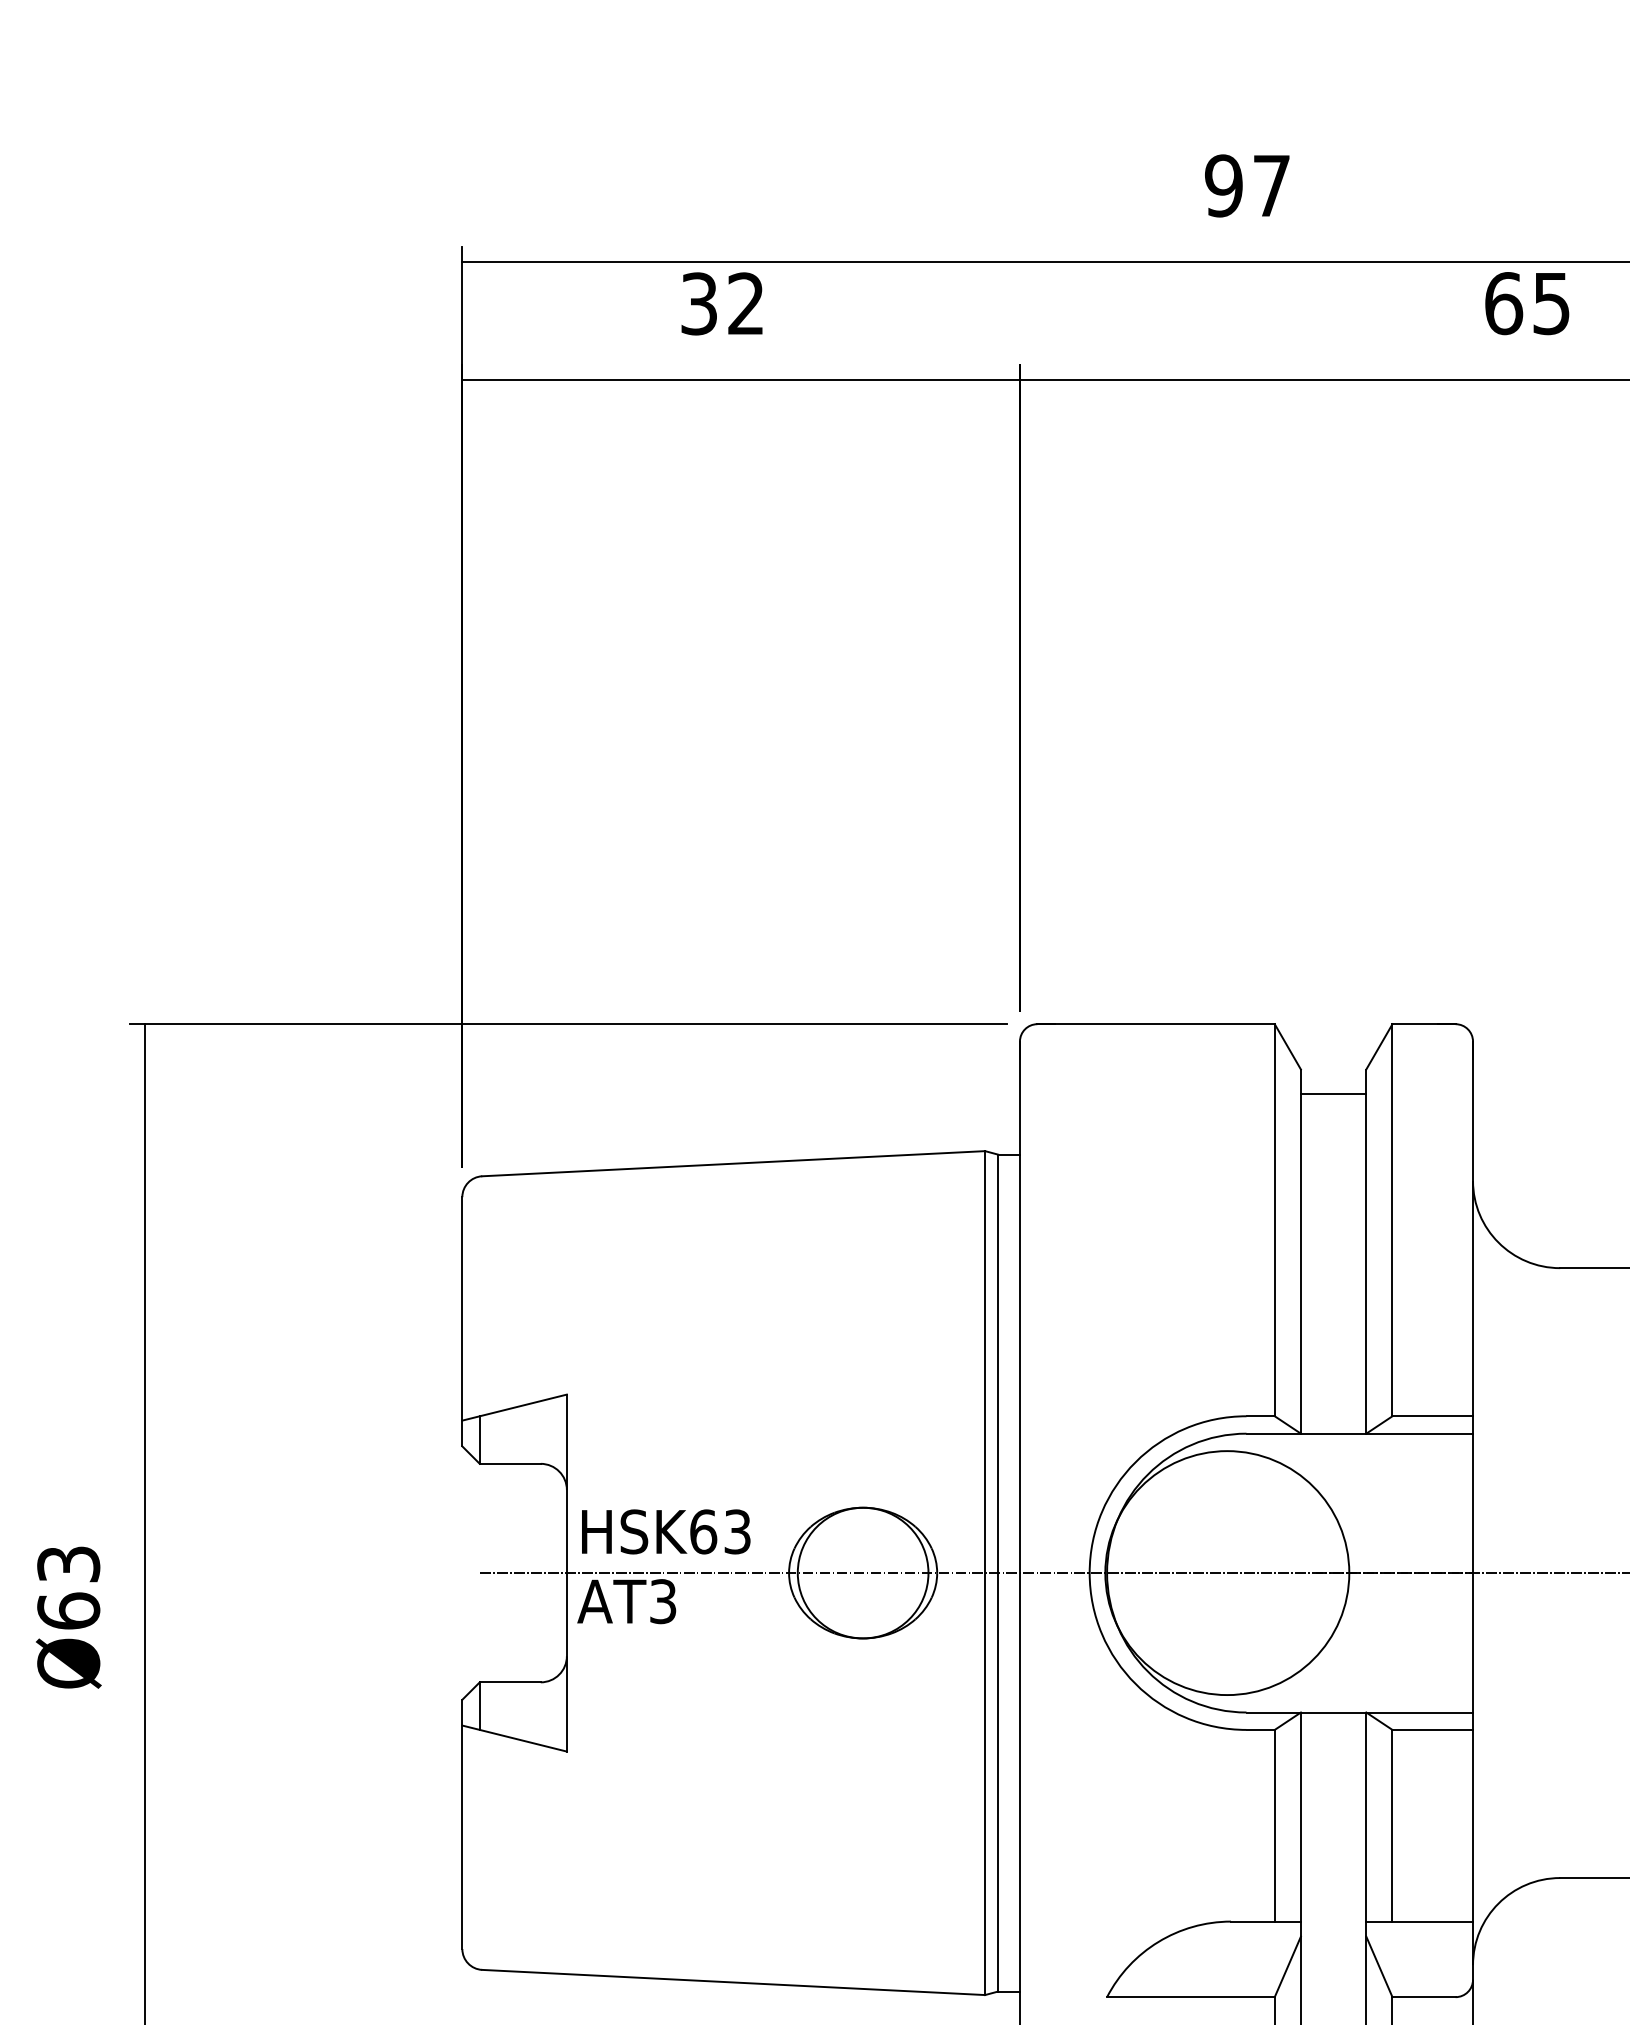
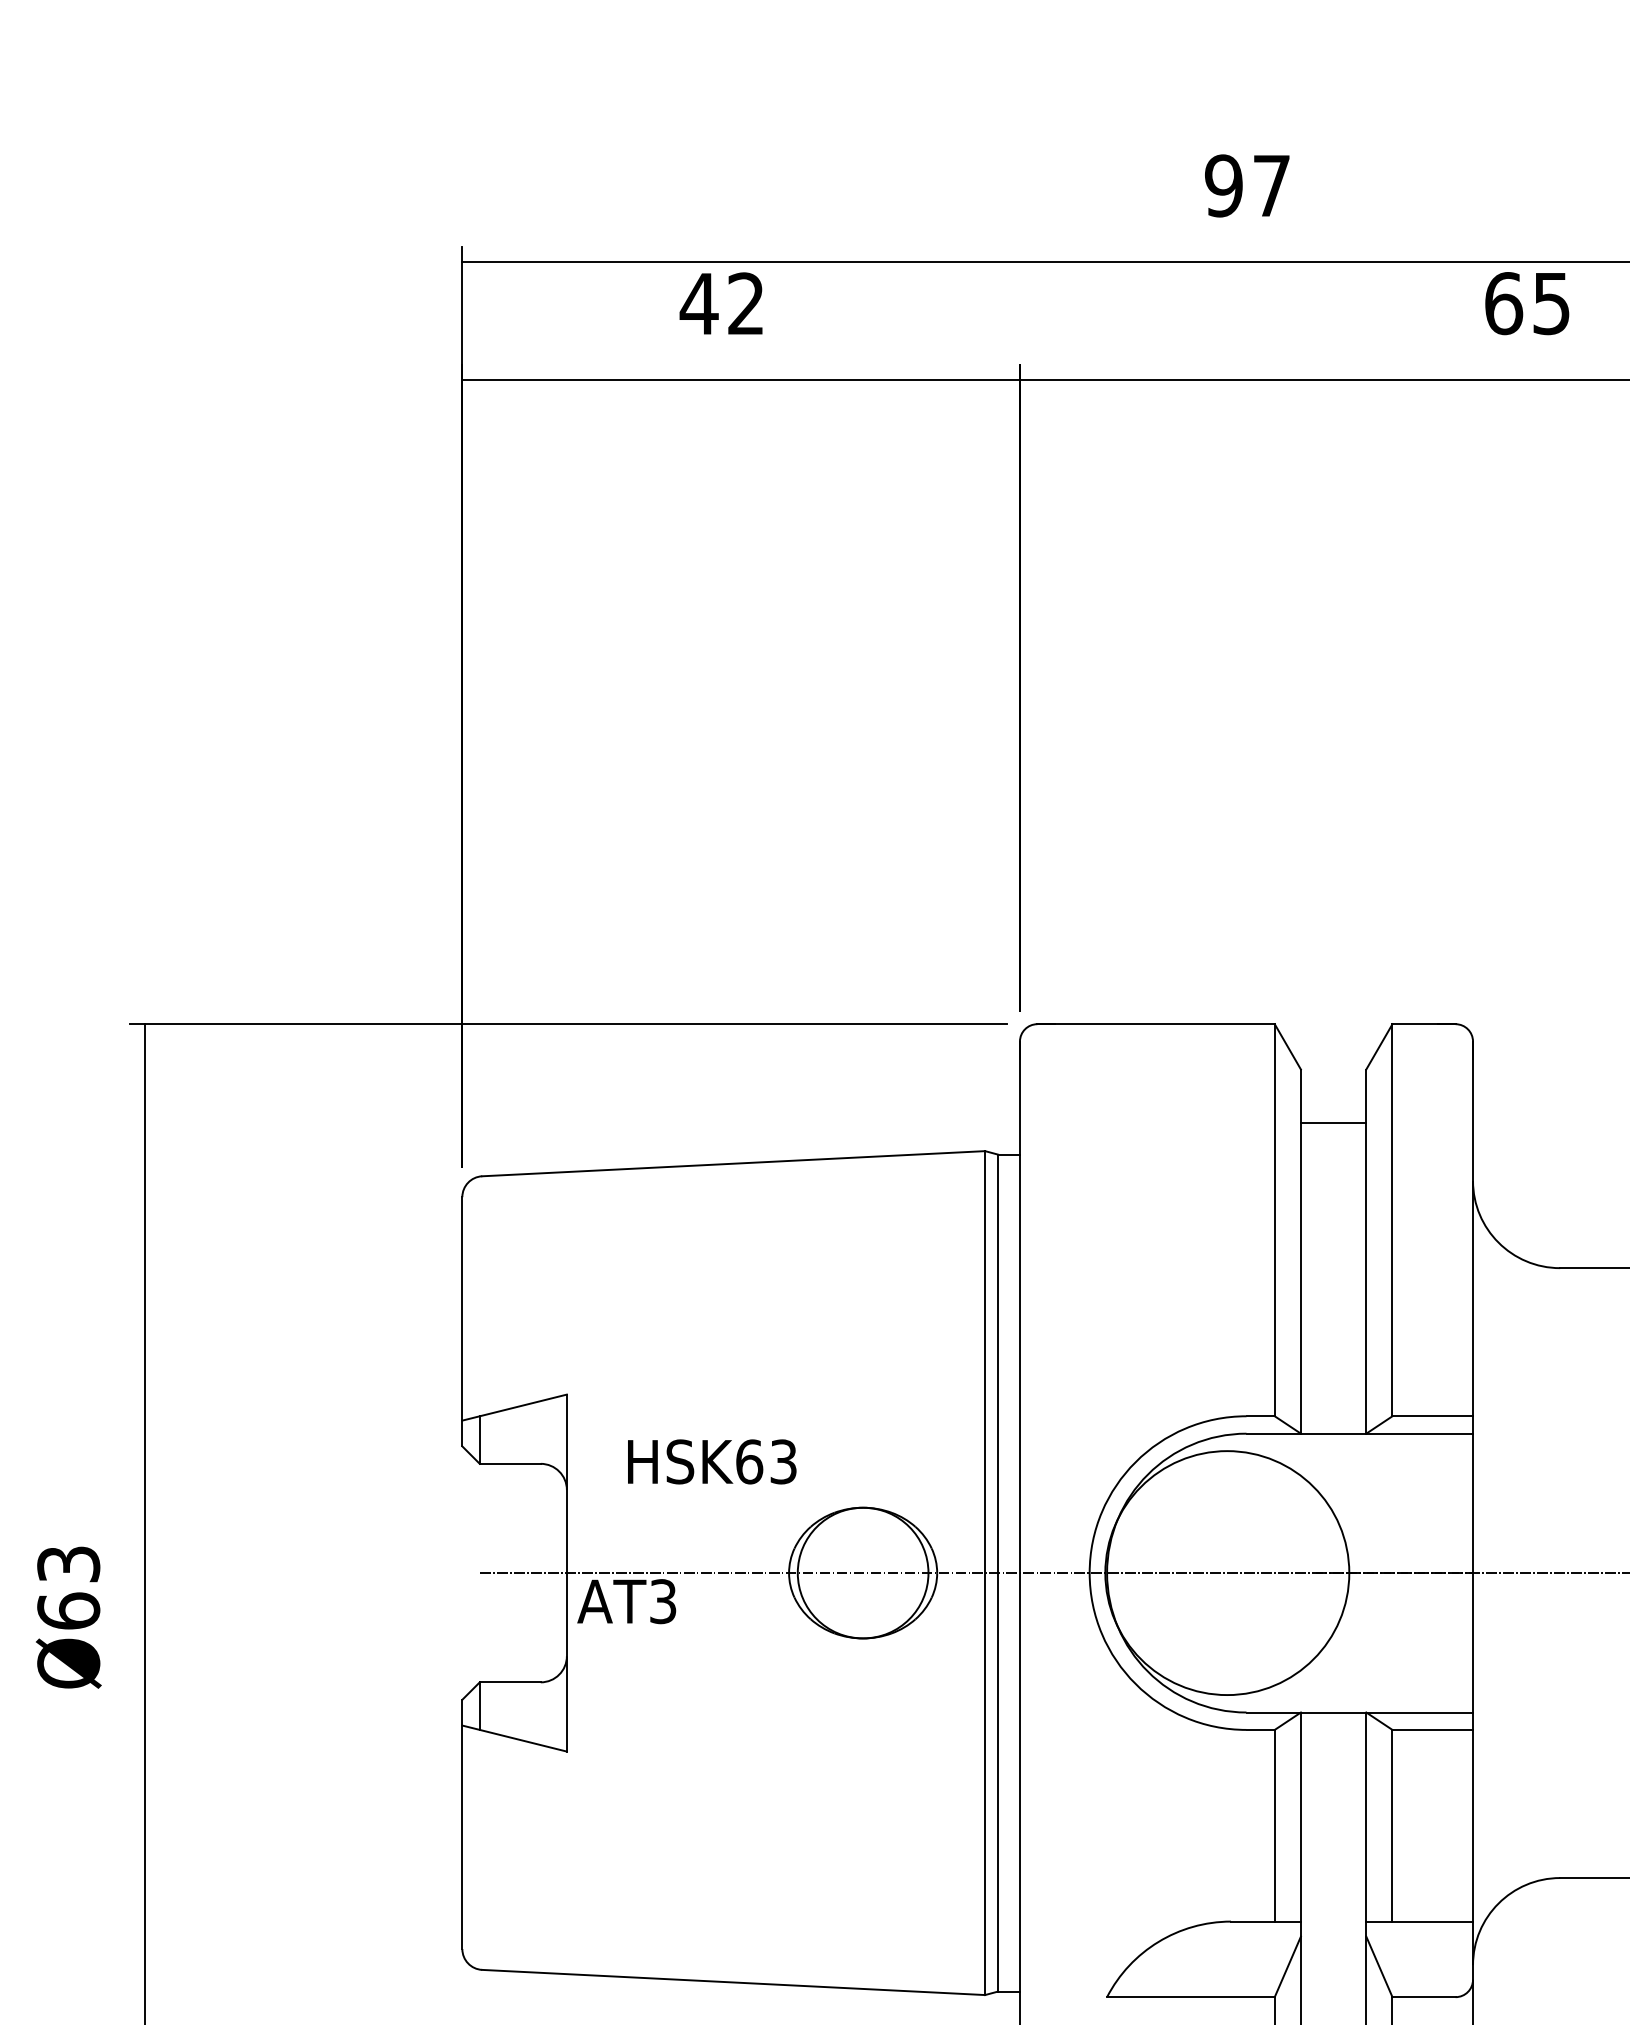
text at (698, 303): 32 -> 42
line at (1333, 1093) position: (1333, 1093) -> (1333, 1122)
text at (666, 1531) position: (666, 1531) -> (712, 1461)
